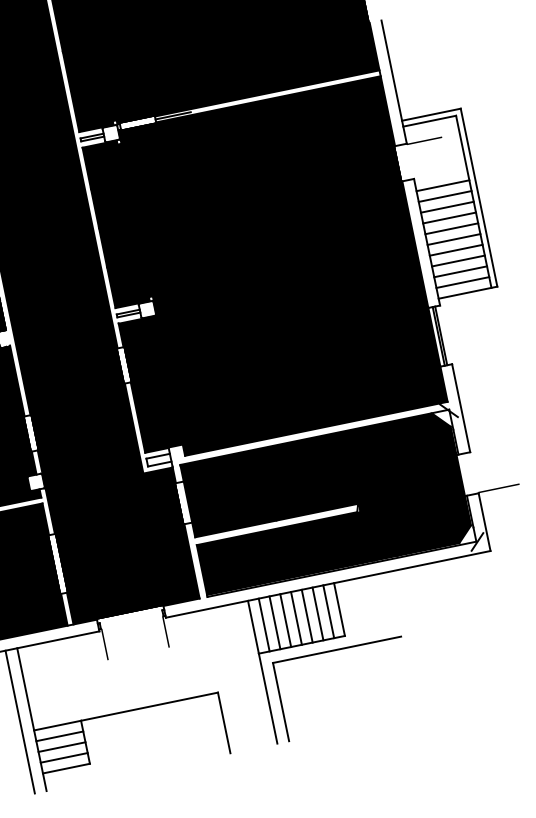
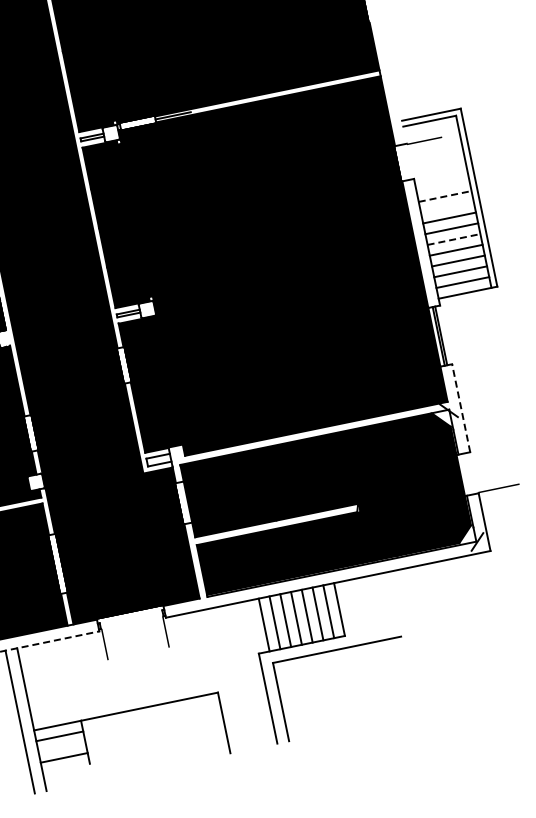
line at (393, 81): present -> none
line at (442, 185): present -> none
line at (445, 196): solid -> dashed
line at (446, 206): present -> none
line at (454, 239): solid -> dashed
line at (461, 408): solid -> dashed
line at (253, 626): present -> none
line at (50, 641): solid -> dashed
line at (61, 746): present -> none
line at (65, 768): present -> none
